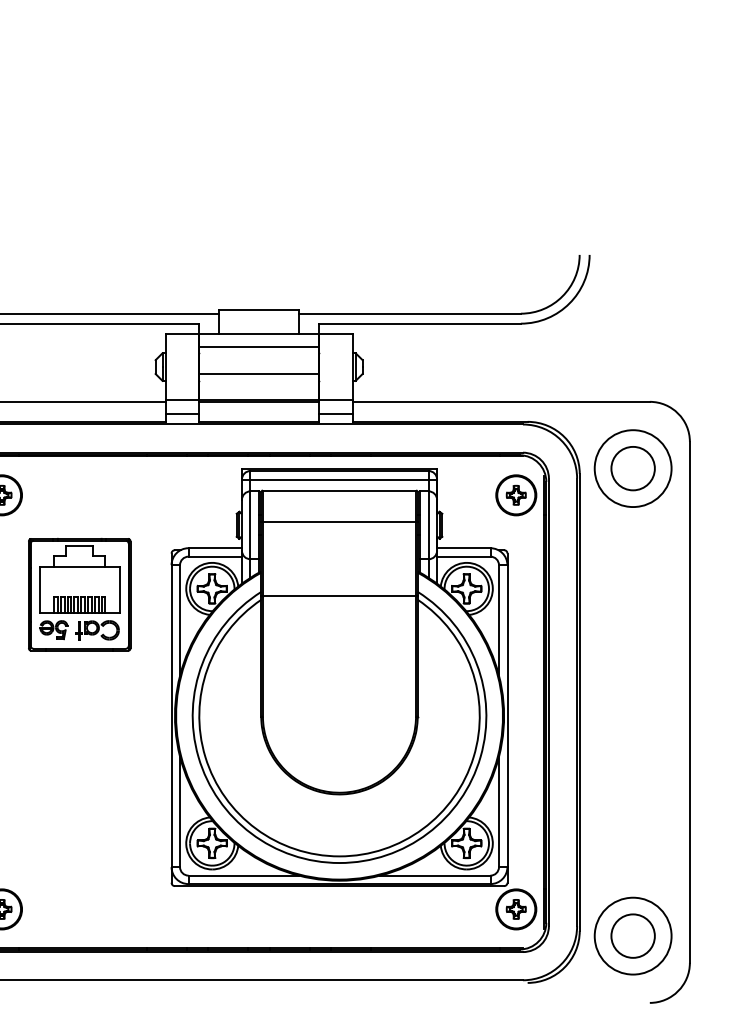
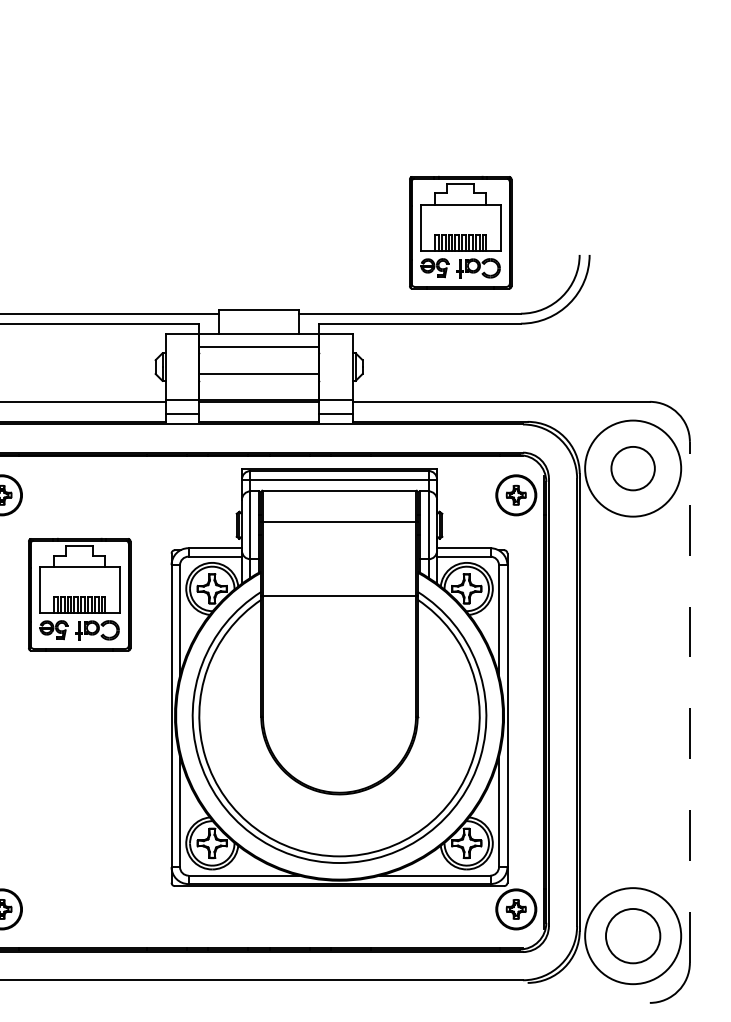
part at (460, 232): none -> present
circle at (632, 468) diameter: 77 px -> 96 px
line at (689, 701): solid -> dashed
circle at (632, 935) diameter: 43 px -> 54 px
circle at (632, 935) diameter: 77 px -> 96 px
